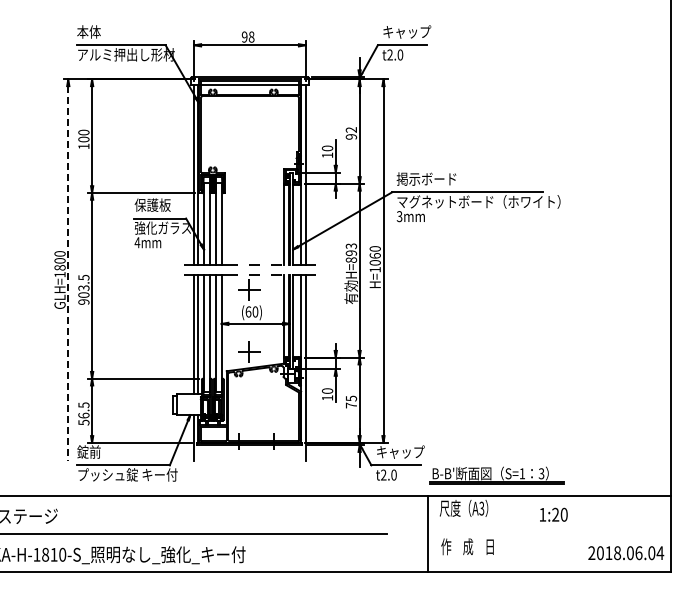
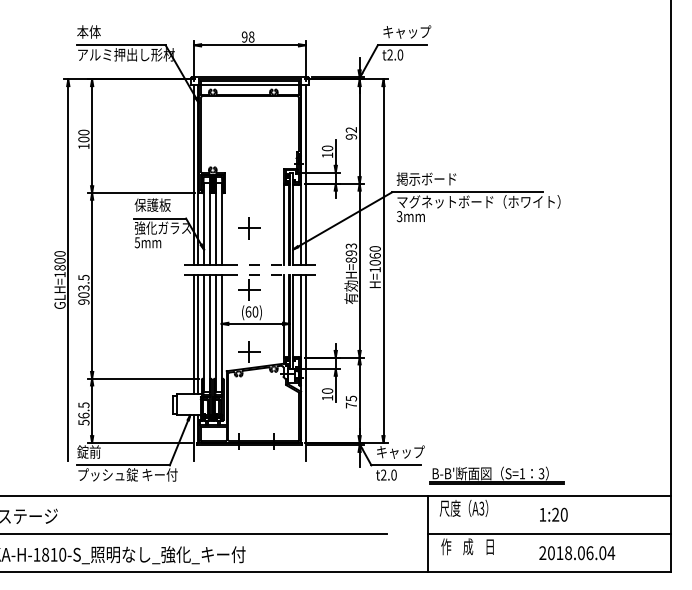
part at (249, 228): none -> present
text at (137, 242): 4mm -> 5mm
line at (68, 273): dashed -> solid
line at (549, 534): none -> present
text at (626, 553) position: (626, 553) -> (577, 553)
